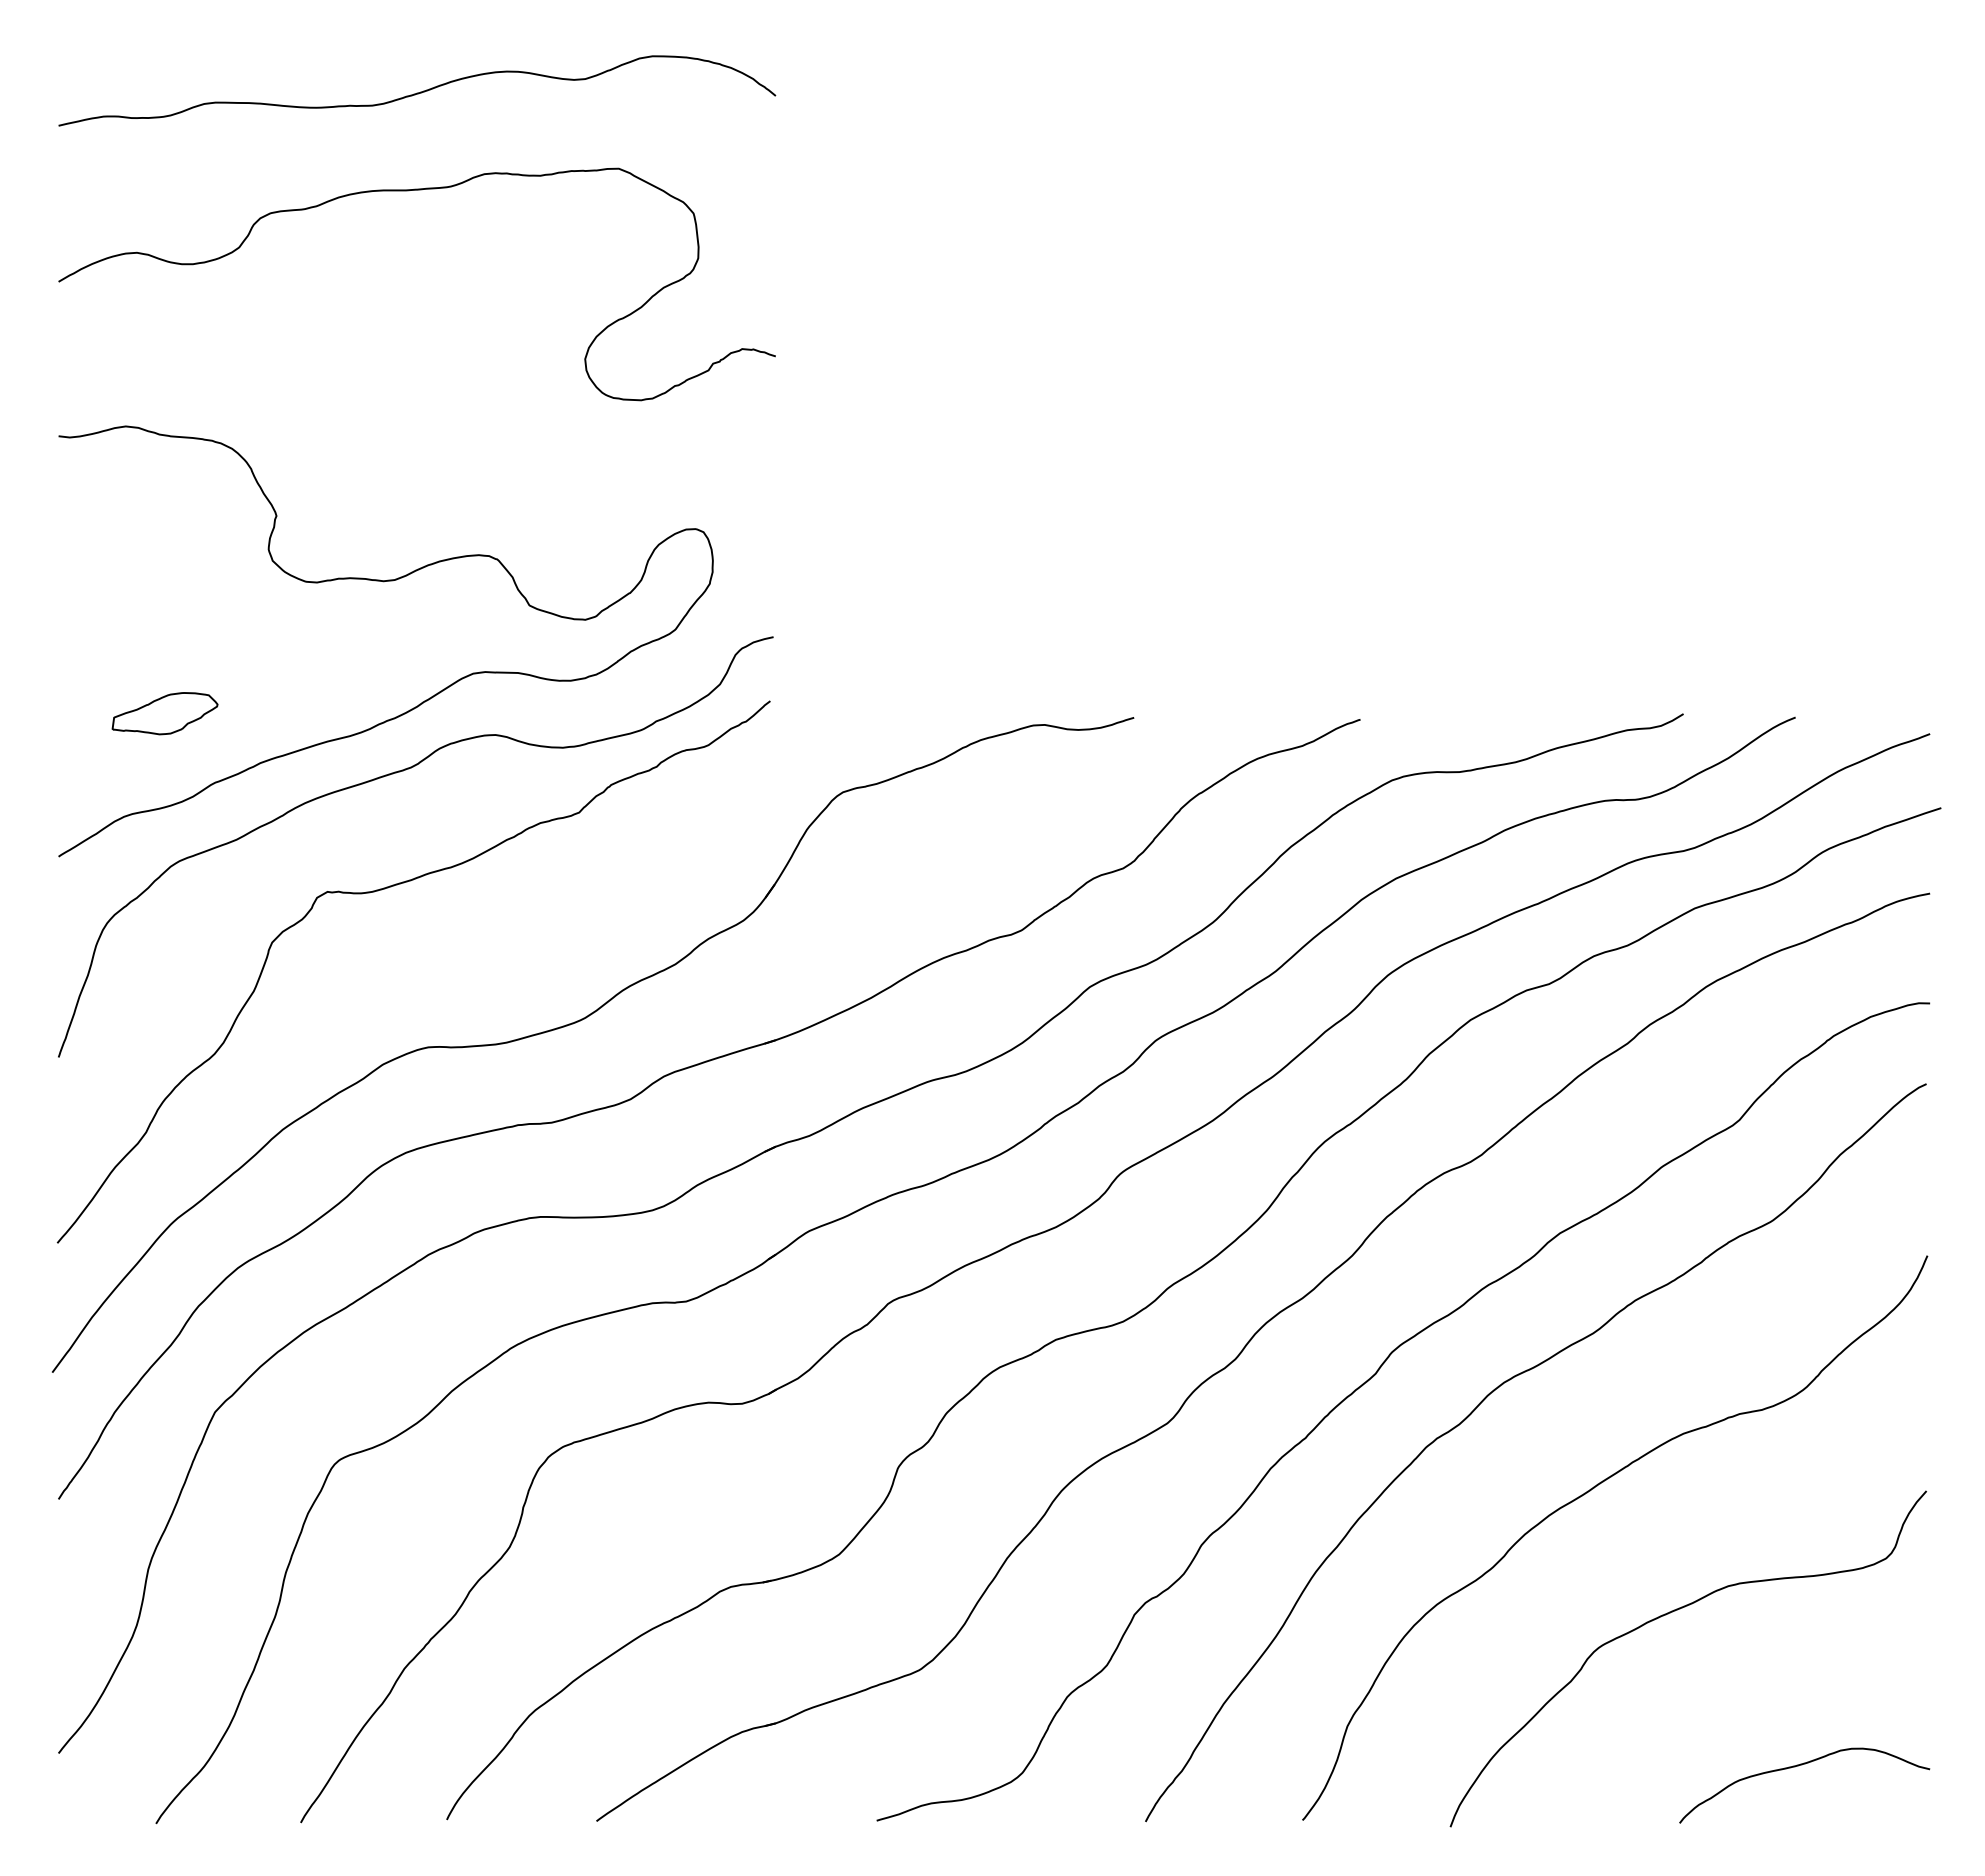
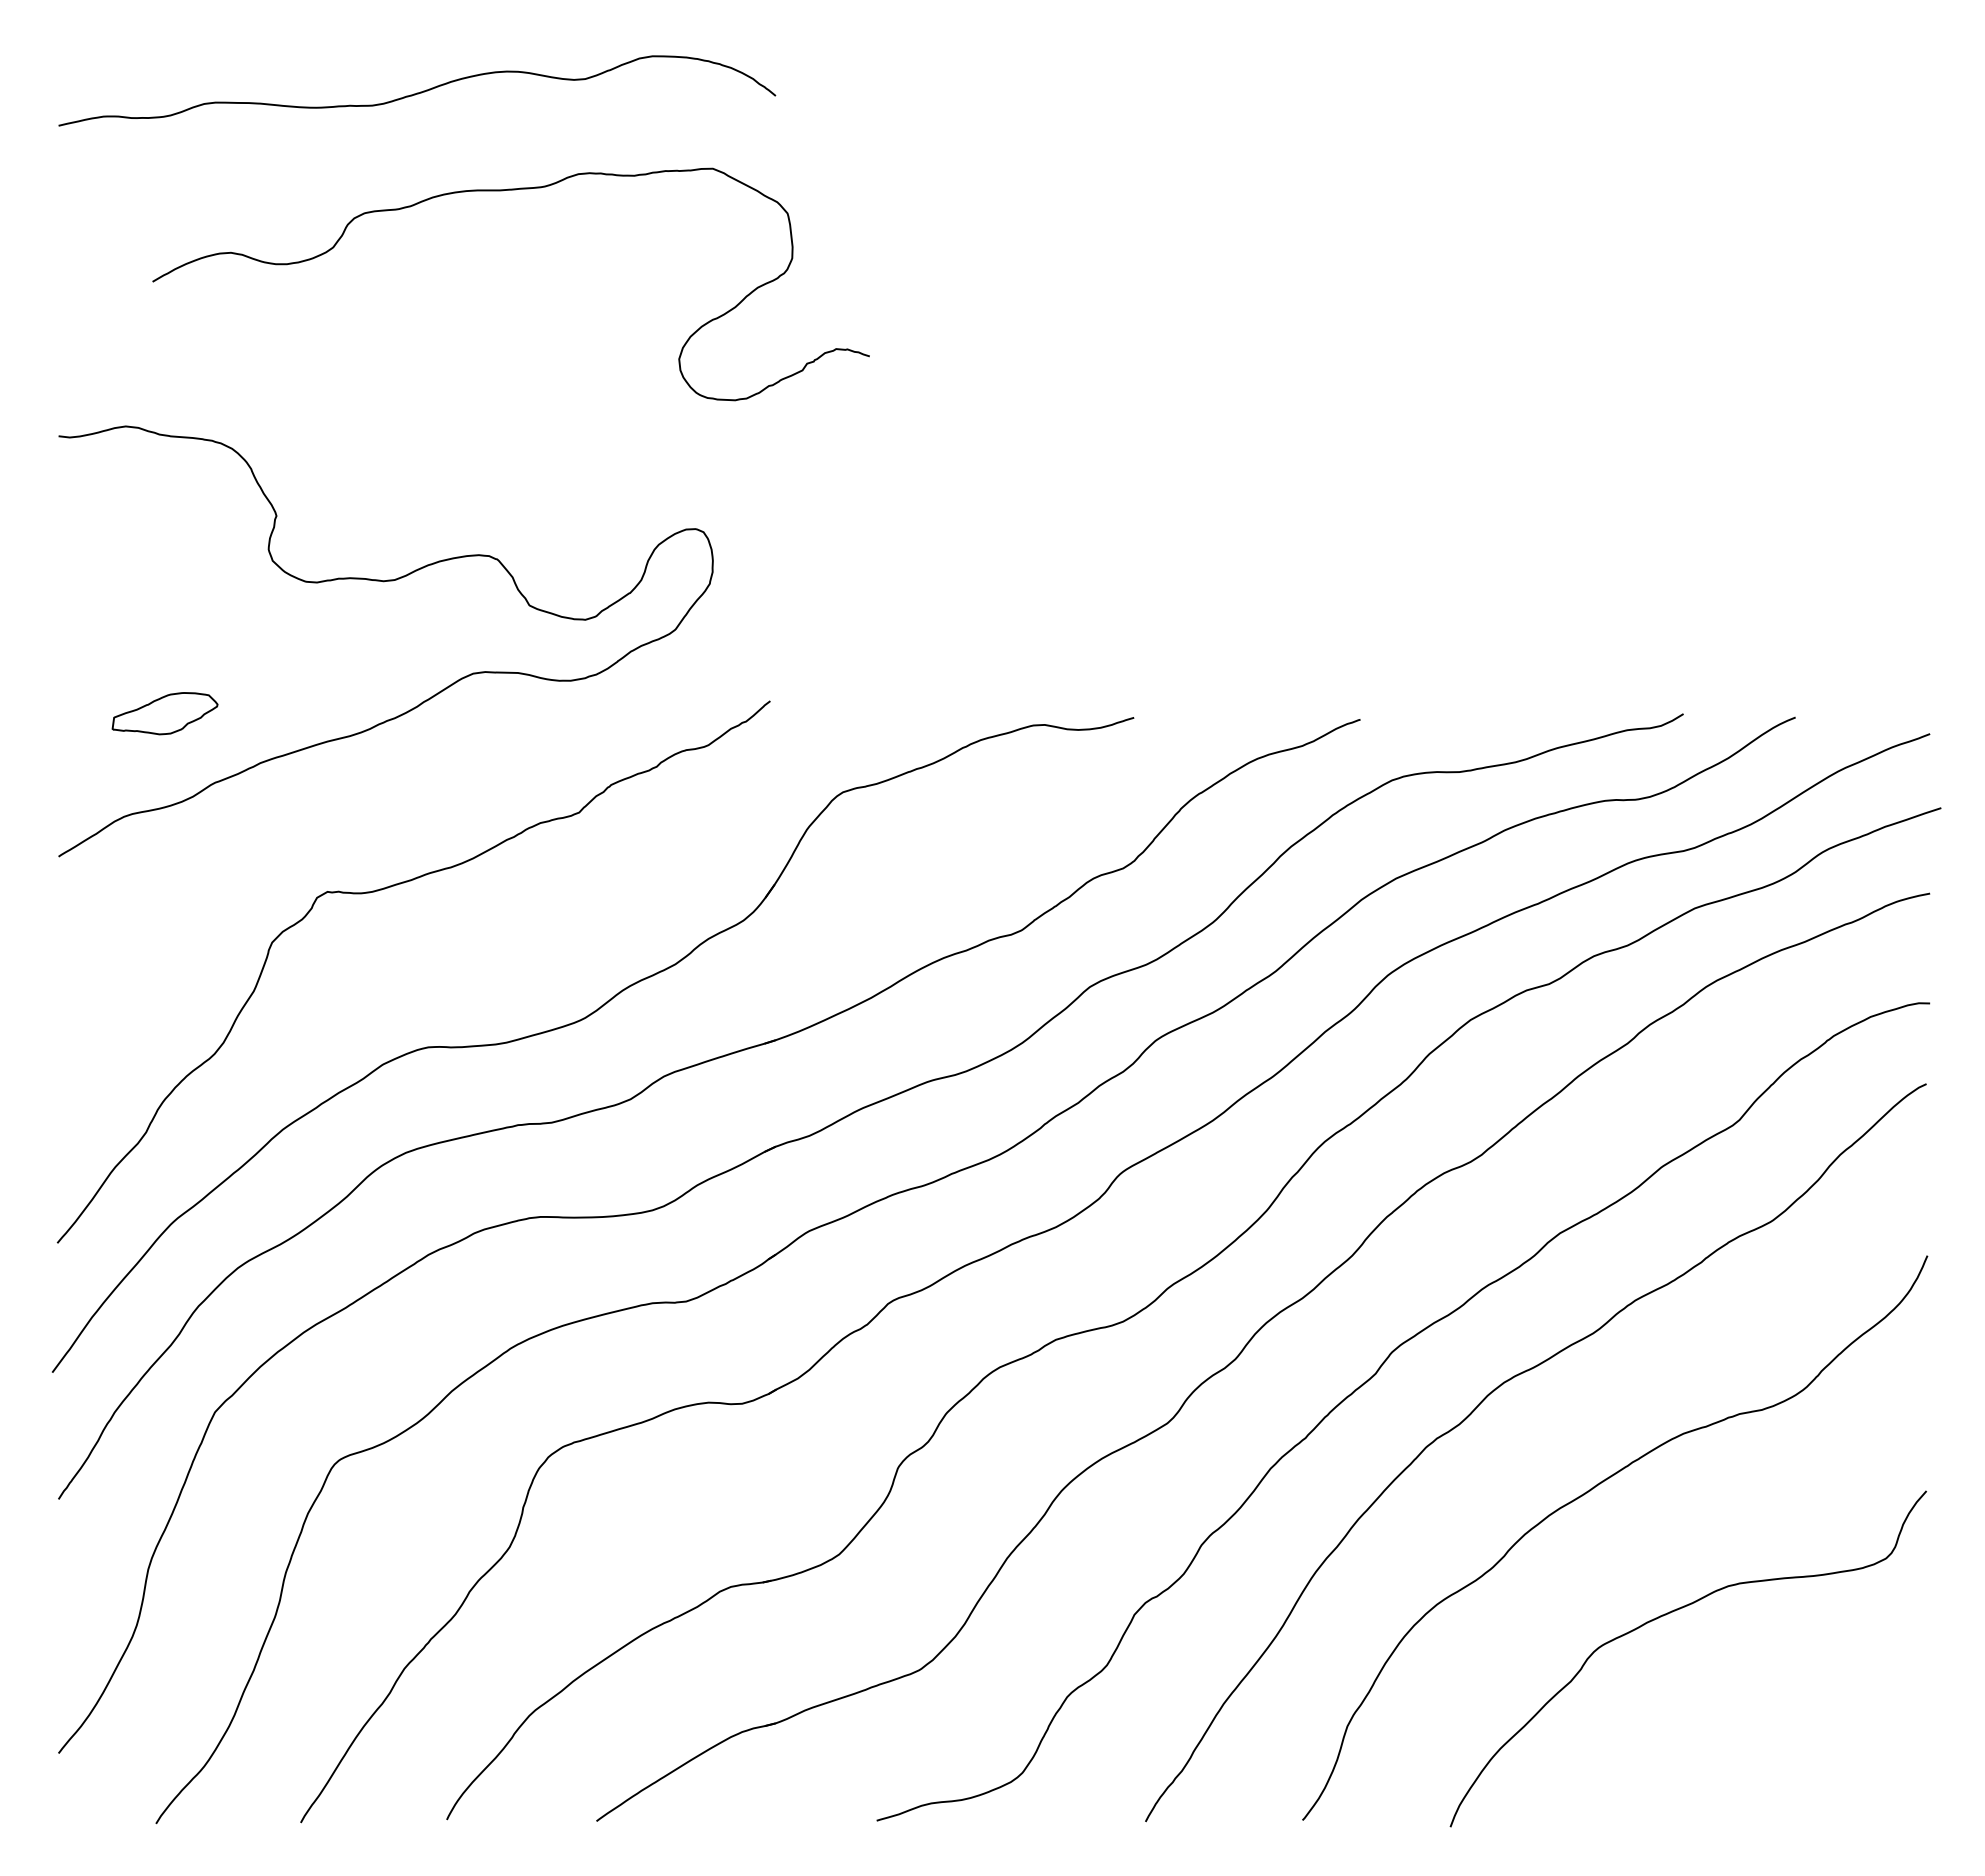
curve at (409, 191) position: (409, 191) -> (503, 191)
curve at (390, 775): present -> none
curve at (1798, 1766): present -> none
